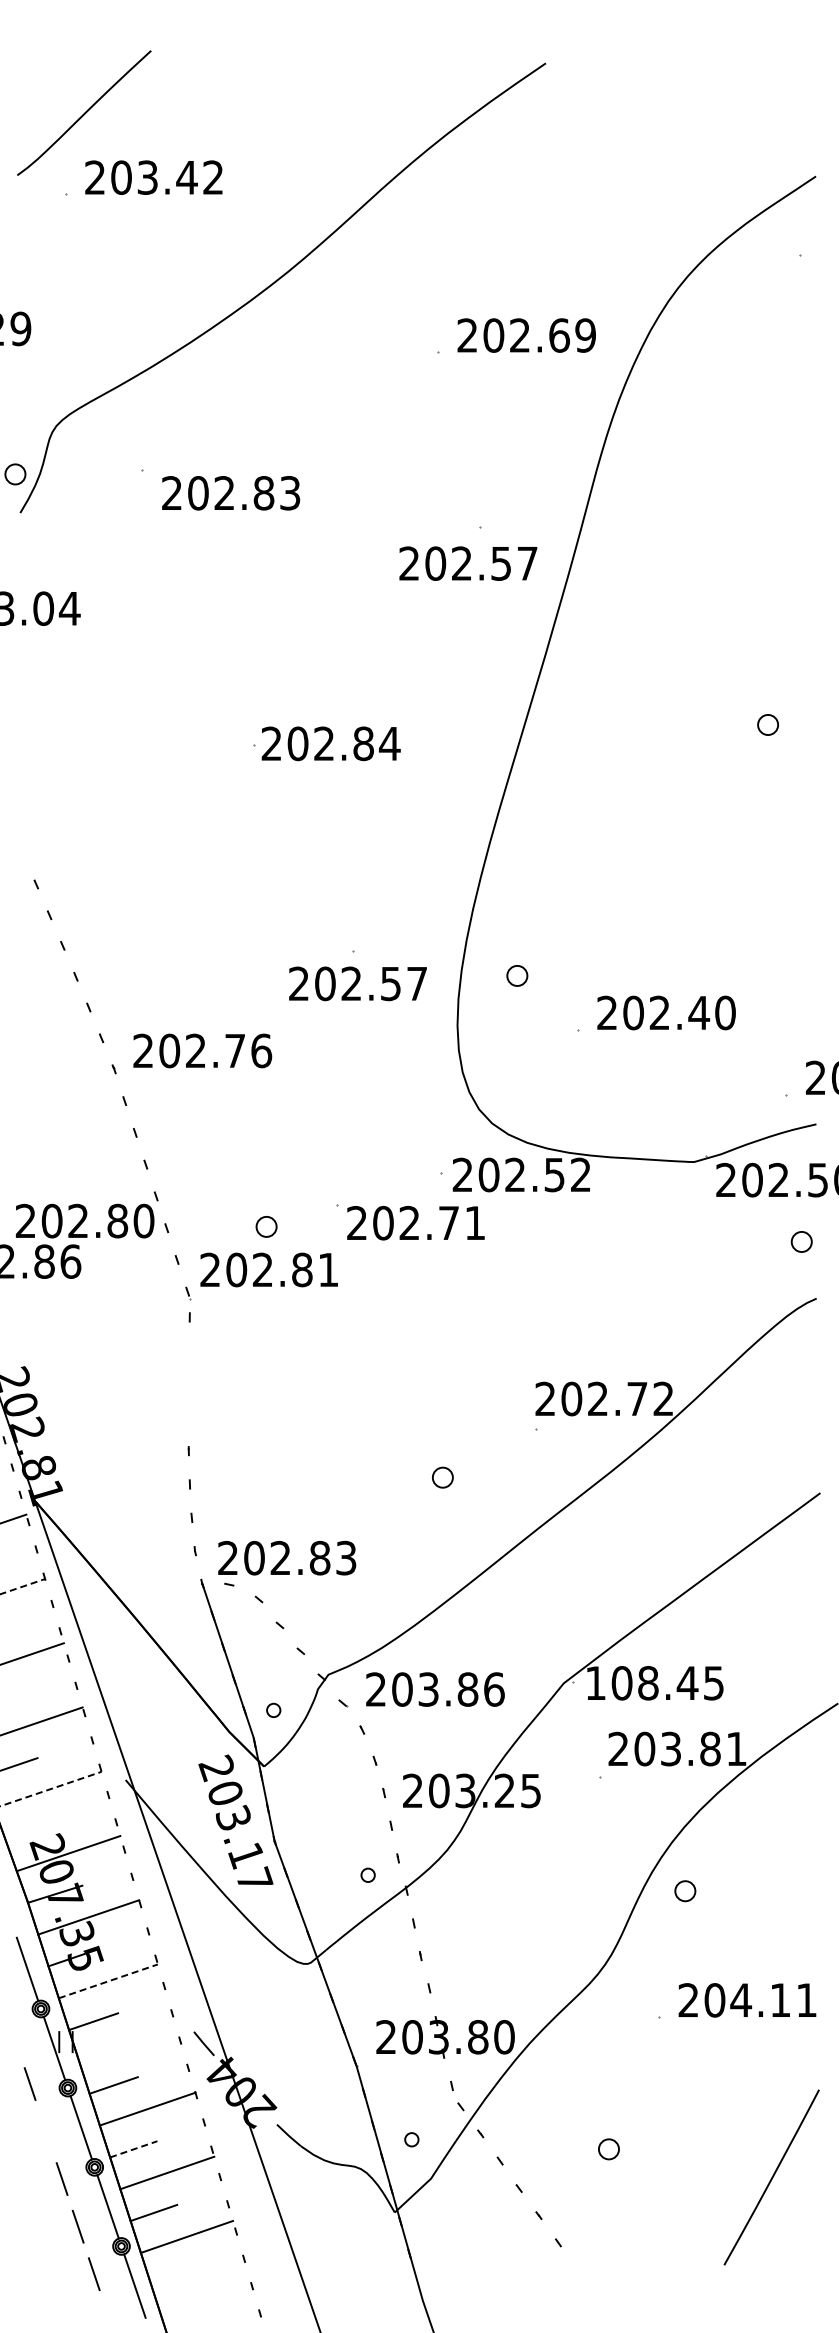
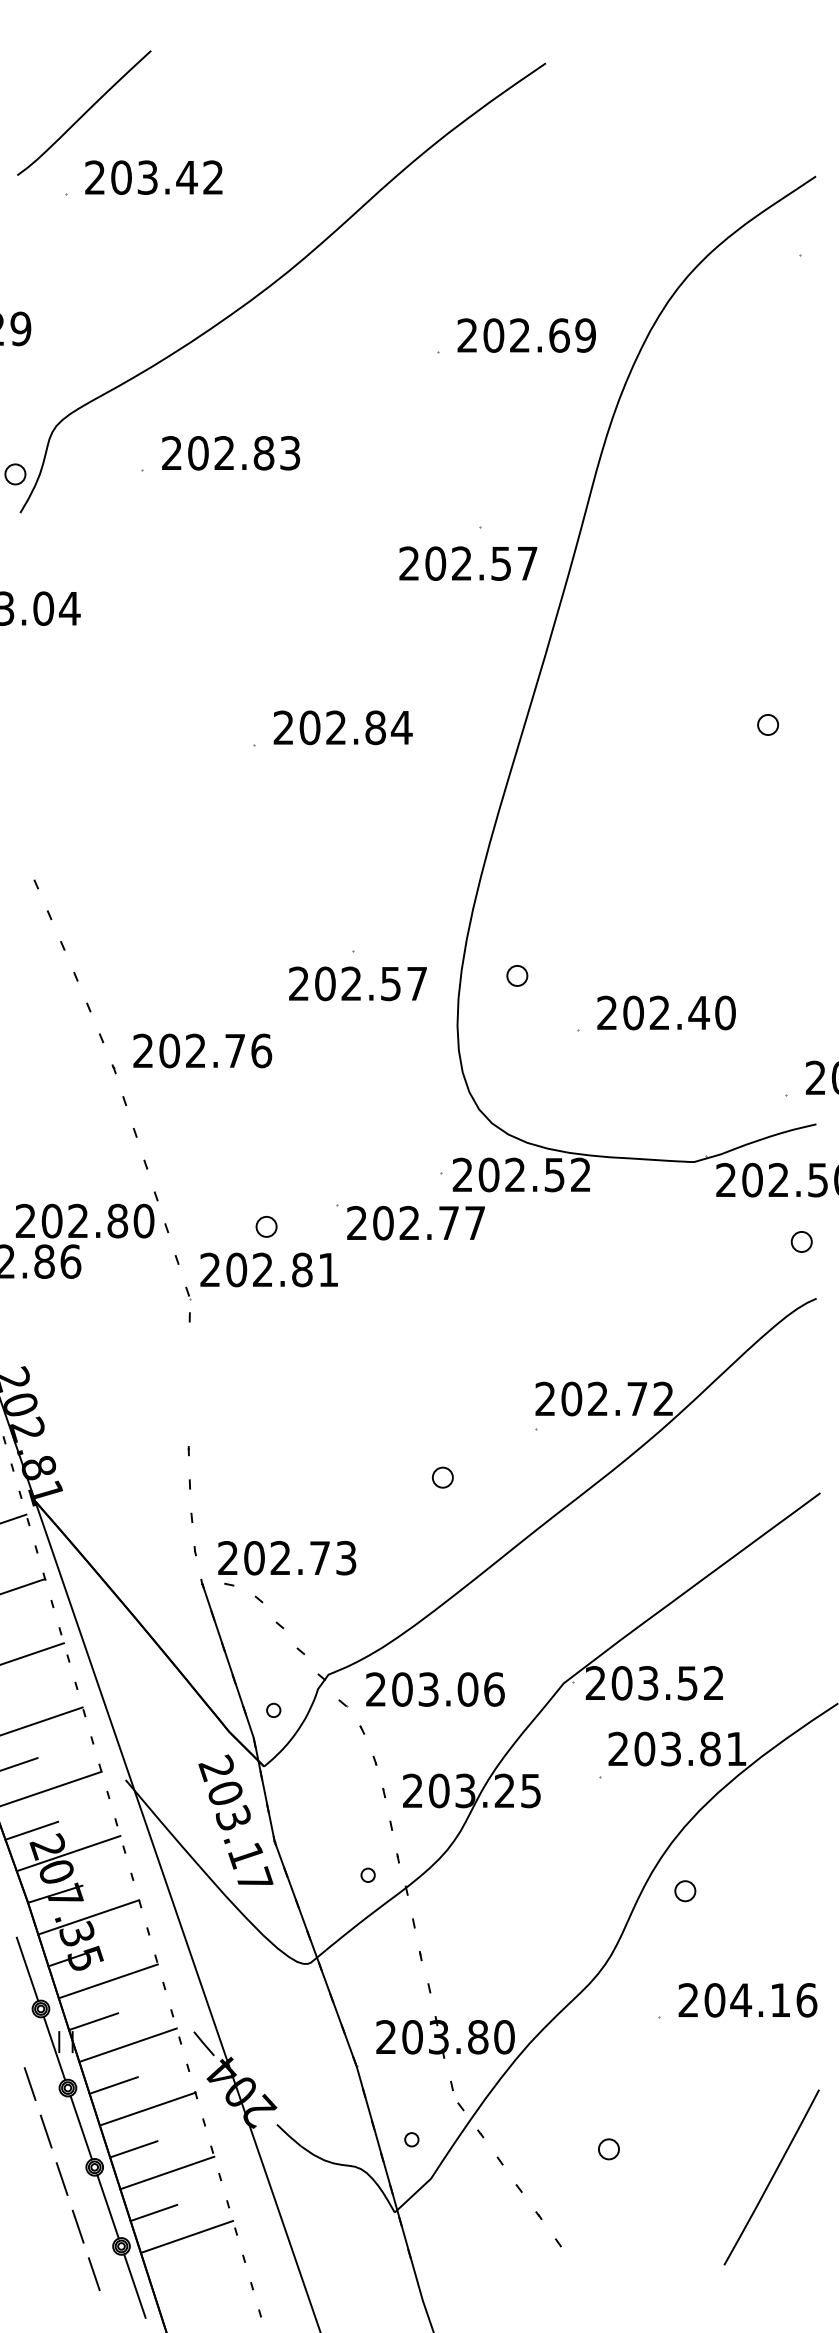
text at (231, 493) position: (231, 493) -> (231, 453)
text at (330, 743) position: (330, 743) -> (342, 727)
text at (474, 1222): 202.71 -> 202.77
text at (319, 1557): 202.83 -> 202.73
line at (23, 1586): dashed -> solid
text at (654, 1683): 108.45 -> 203.52
text at (467, 1689): 203.86 -> 203.06
line at (51, 1788): dashed -> solid
line at (31, 1830): none -> present
line at (108, 1981): dashed -> solid
text at (806, 2000): 204.11 -> 204.16
line at (127, 2044): none -> present
line at (45, 2131): none -> present
line at (134, 2149): dashed -> solid
